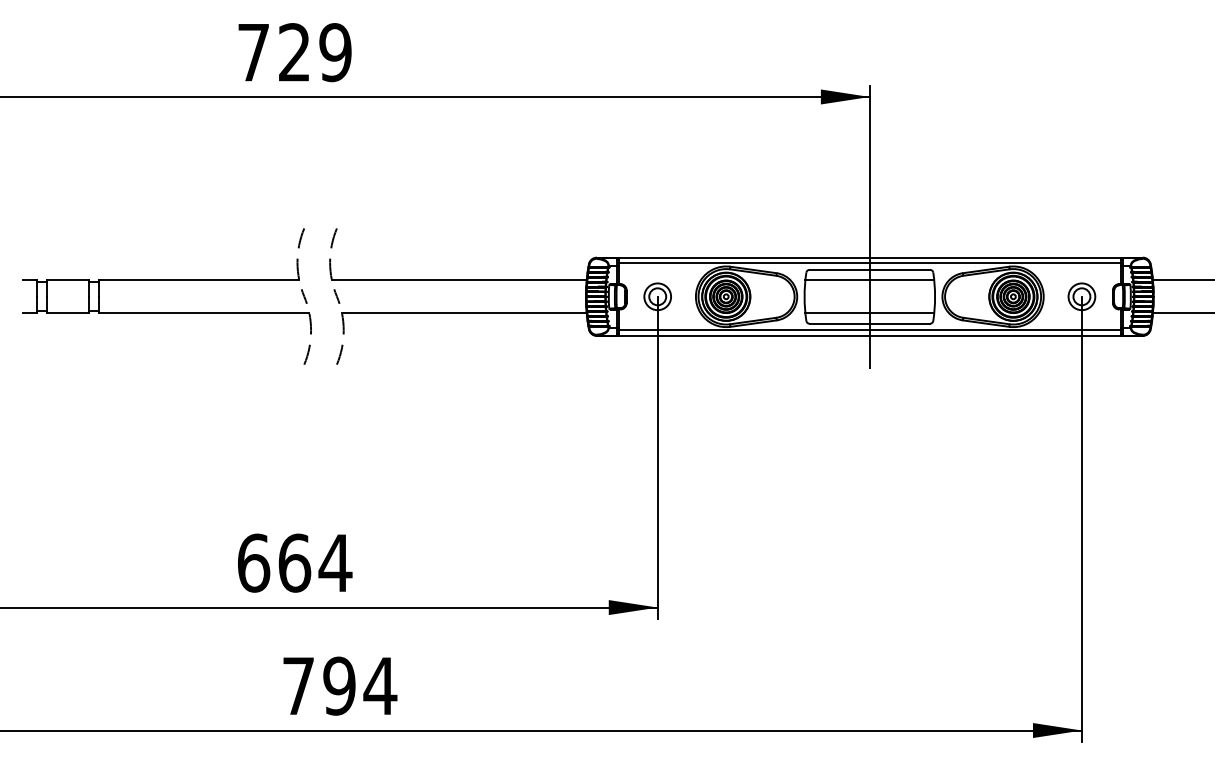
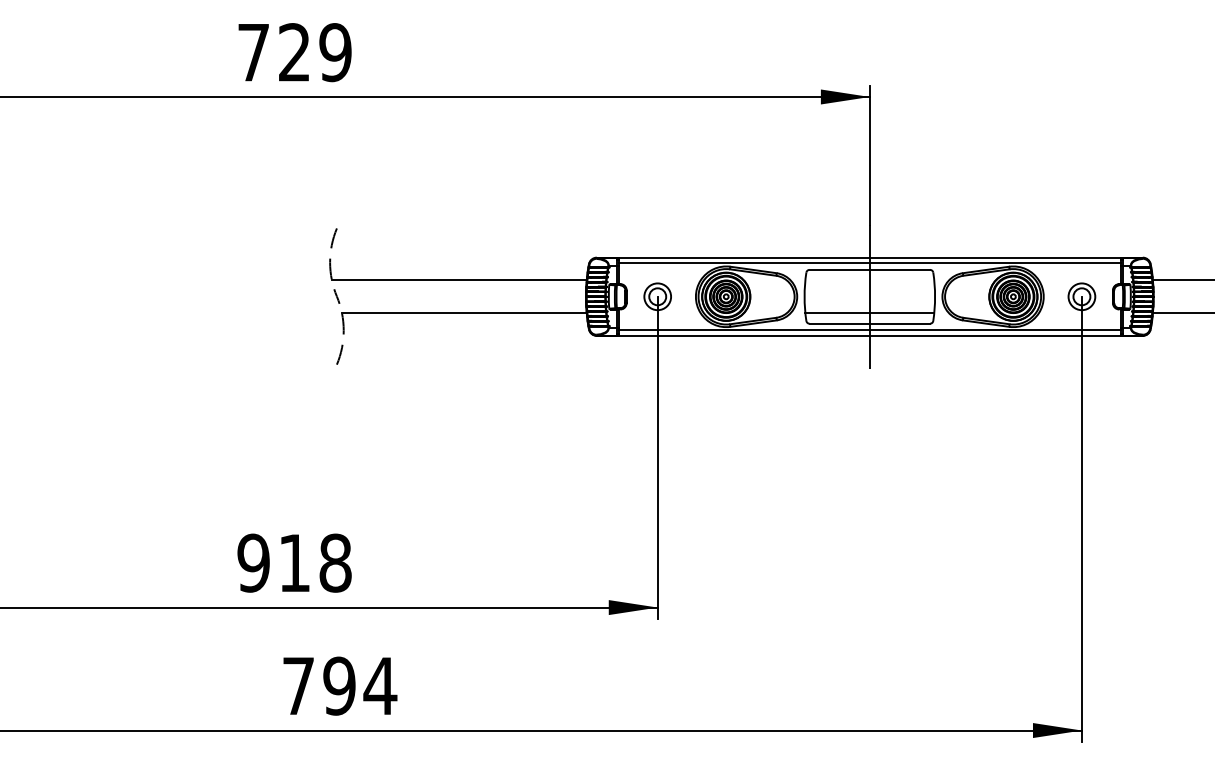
part at (166, 280): present -> none
line at (869, 280): present -> none
text at (294, 562): 664 -> 918
